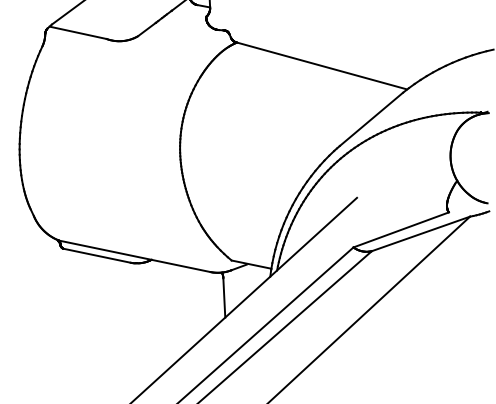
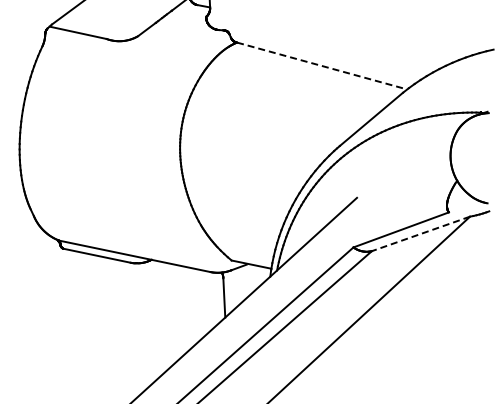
line at (322, 66): solid -> dashed
line at (420, 234): solid -> dashed
